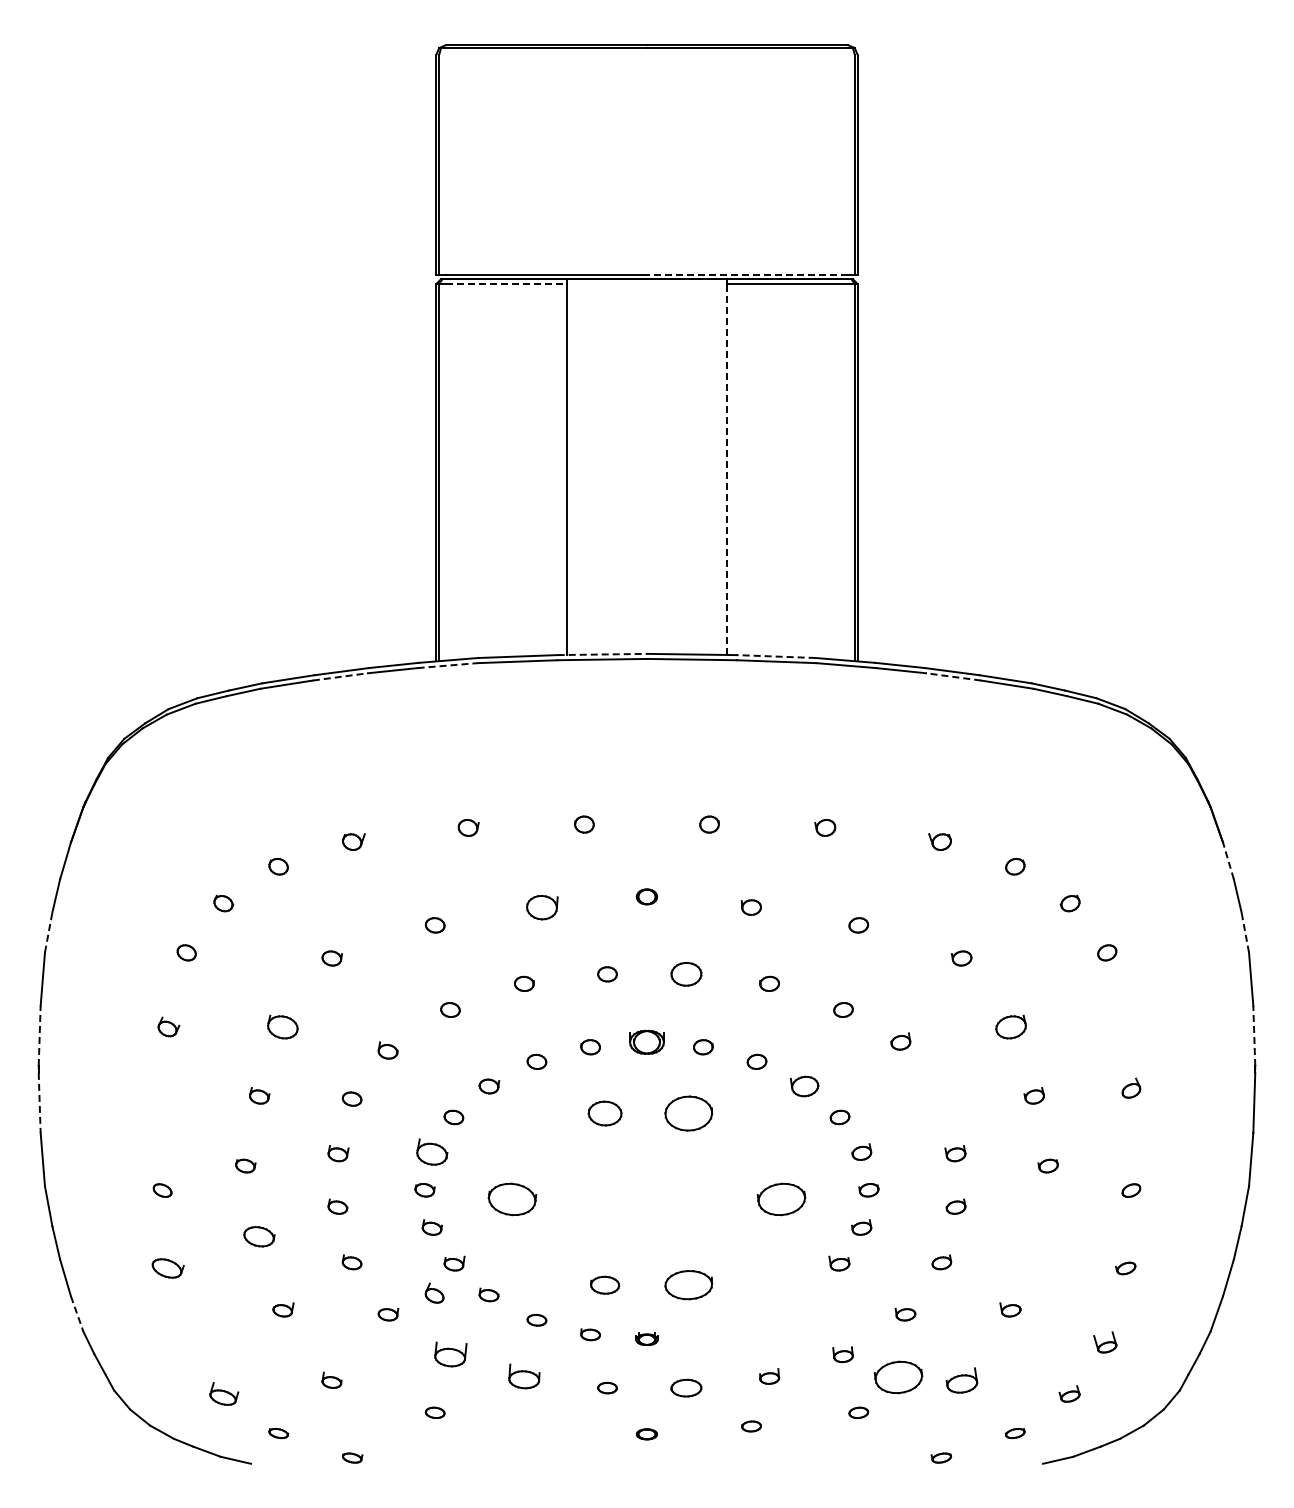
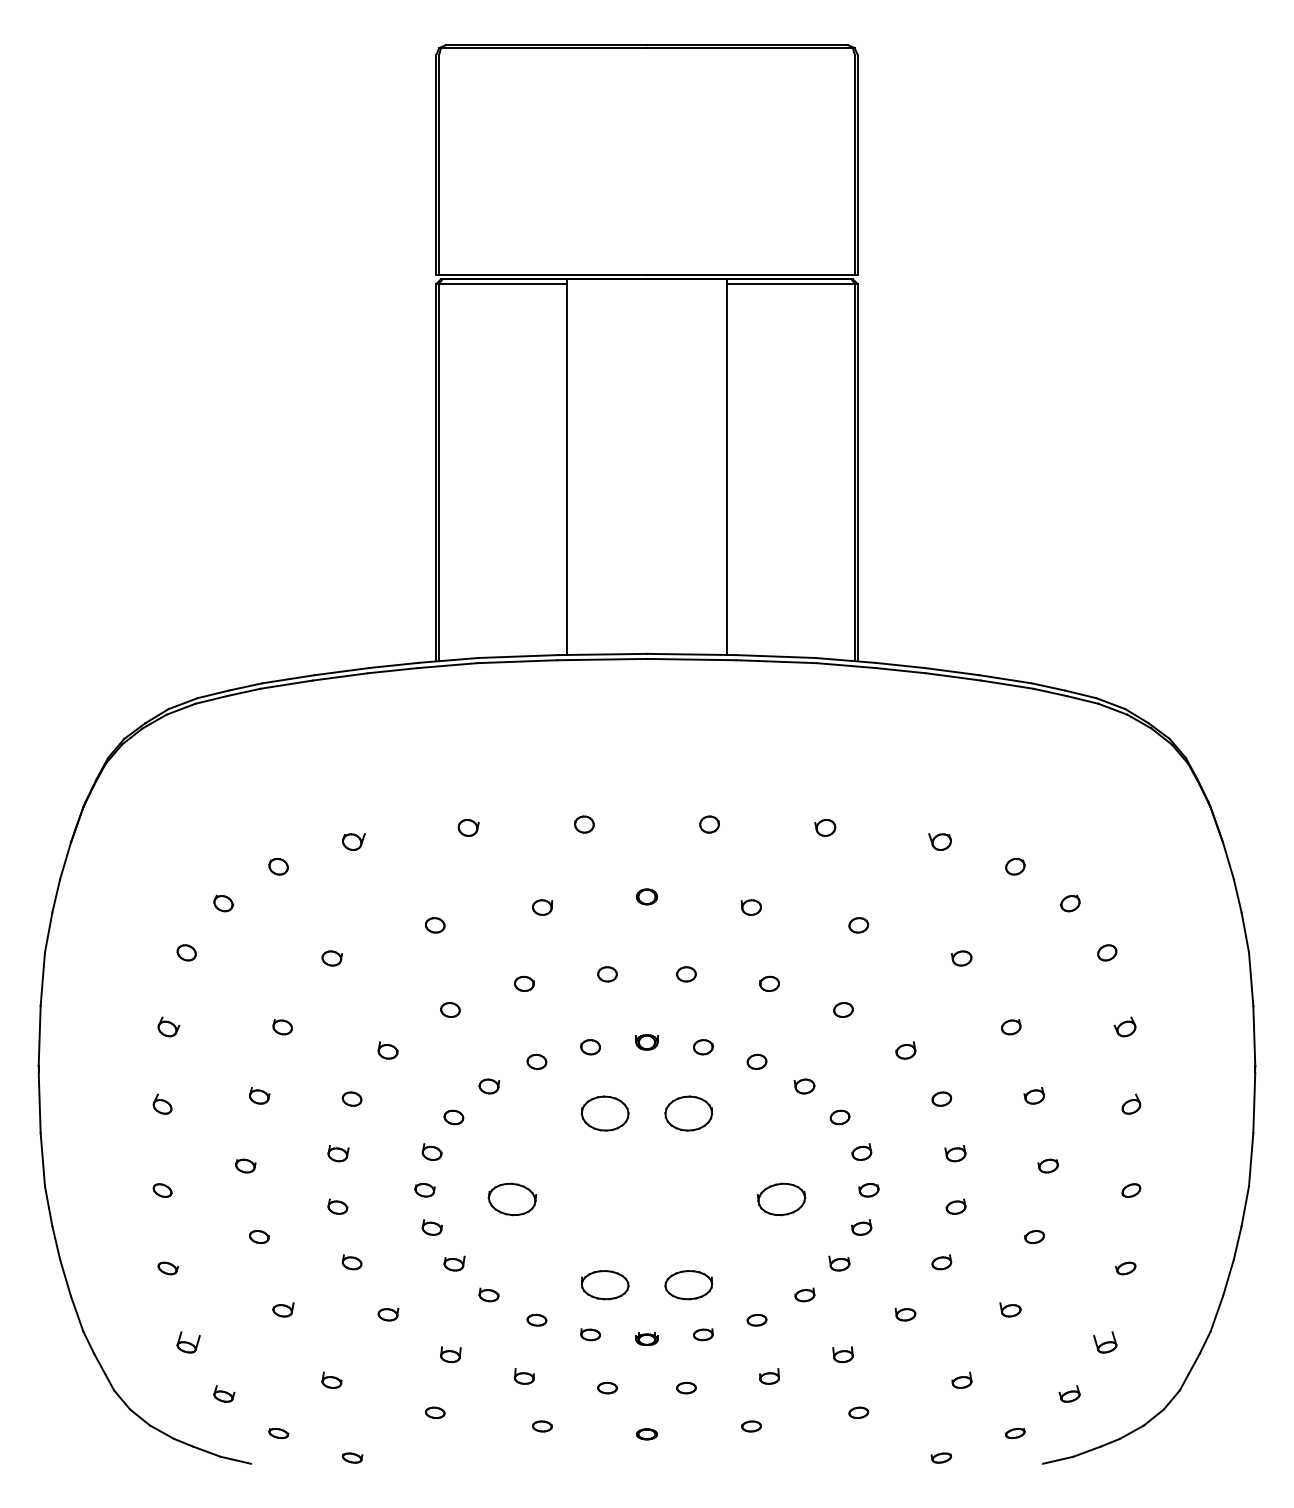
line at (747, 274): dashed -> solid
line at (506, 283): dashed -> solid
line at (726, 469): dashed -> solid
line at (602, 654): dashed -> solid
line at (775, 656): dashed -> solid
line at (448, 665): dashed -> solid
line at (340, 676): dashed -> solid
line at (953, 676): dashed -> solid
line at (1228, 860): dashed -> solid
part at (542, 907) size: 33x26 px -> 22x17 px
line at (48, 932): dashed -> solid
line at (1245, 932): dashed -> solid
part at (686, 974) size: 33x25 px -> 21x17 px
part at (282, 1026) size: 32x26 px -> 21x17 px
part at (1010, 1026) size: 32x26 px -> 21x17 px
part at (1124, 1026): none -> present
line at (39, 1035): dashed -> solid
line at (1254, 1035): dashed -> solid
part at (646, 1041) size: 36x26 px -> 24x17 px
part at (900, 1041) position: (900, 1041) -> (905, 1050)
part at (804, 1086) size: 31x23 px -> 23x17 px
part at (1131, 1087) position: (1131, 1087) -> (1131, 1103)
part at (941, 1098): none -> present
line at (39, 1103): dashed -> solid
part at (604, 1113) size: 36x27 px -> 50x37 px
part at (432, 1151) size: 33x28 px -> 22x18 px
part at (259, 1236) size: 33x22 px -> 21x15 px
part at (1034, 1237): none -> present
part at (167, 1268) size: 34x21 px -> 23x15 px
part at (605, 1284) size: 31x20 px -> 50x31 px
part at (434, 1292) position: (434, 1292) -> (162, 1103)
part at (804, 1294): none -> present
line at (77, 1314): dashed -> solid
part at (756, 1319): none -> present
part at (703, 1334): none -> present
part at (188, 1342): none -> present
part at (450, 1354) size: 34x27 px -> 22x18 px
part at (524, 1376) size: 33x27 px -> 21x17 px
part at (898, 1377): present -> none
part at (961, 1380) size: 34x27 px -> 22x18 px
part at (686, 1387) size: 33x20 px -> 21x14 px
part at (224, 1393) size: 31x24 px -> 23x18 px
part at (542, 1426): none -> present
